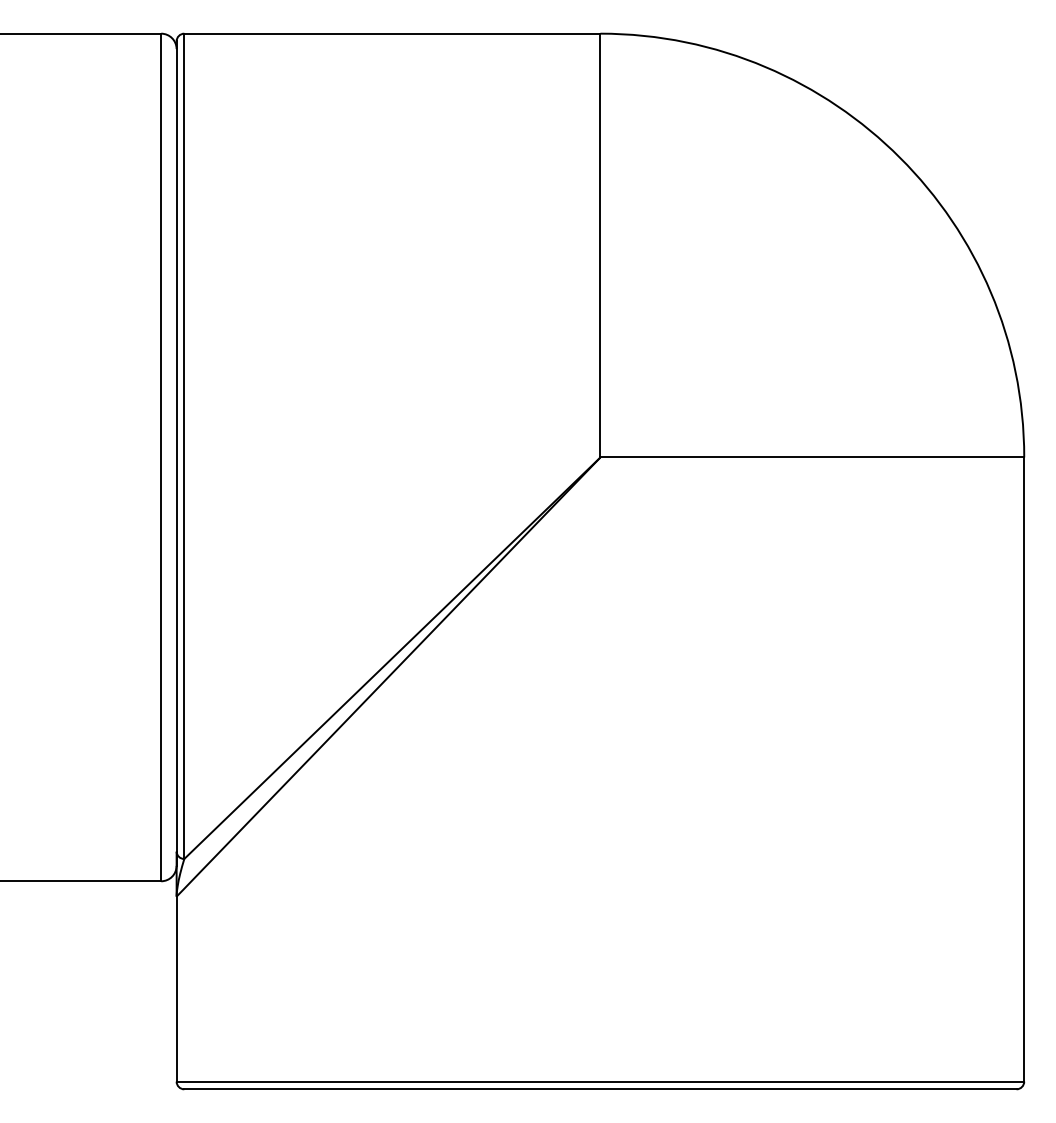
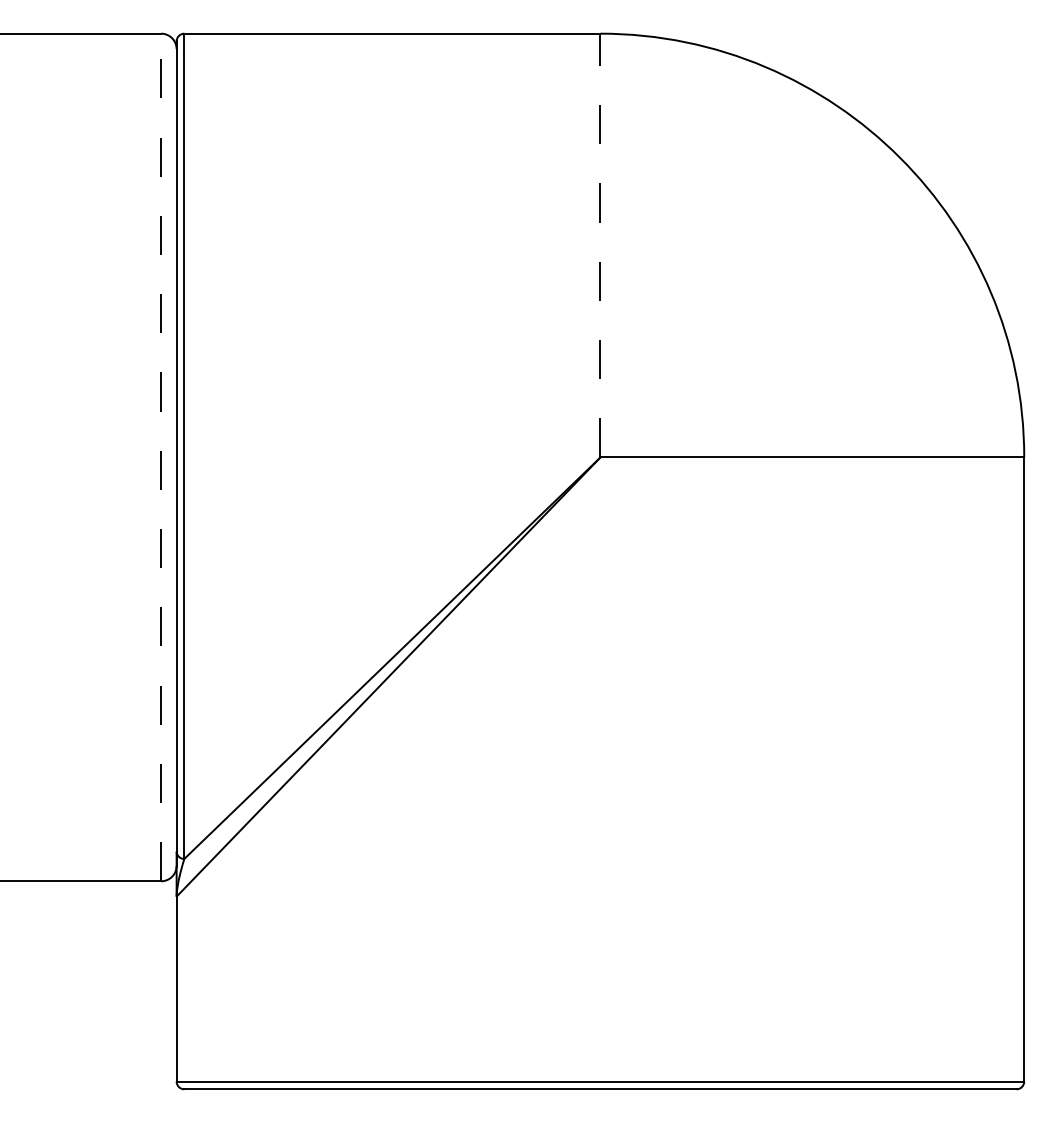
line at (600, 245): solid -> dashed
line at (161, 457): solid -> dashed
